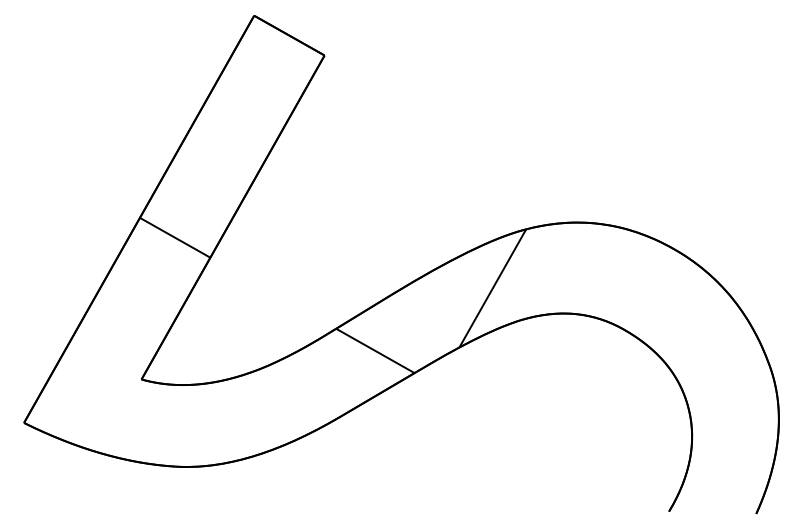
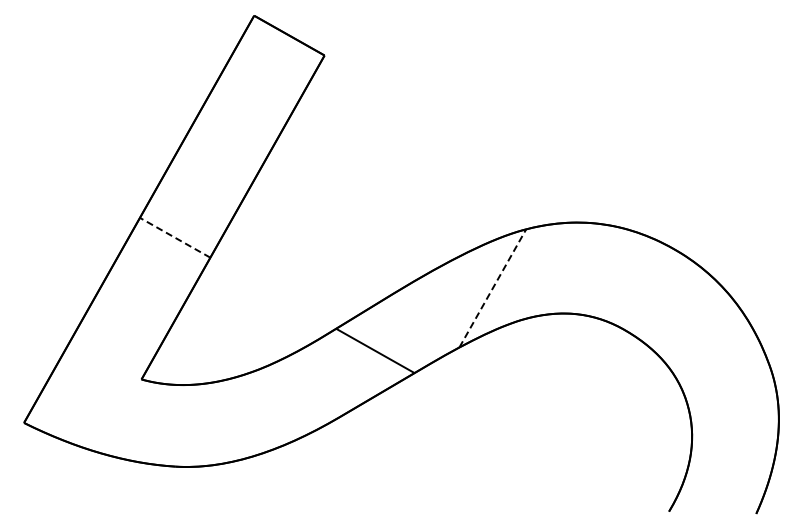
line at (174, 237): solid -> dashed
line at (492, 288): solid -> dashed
